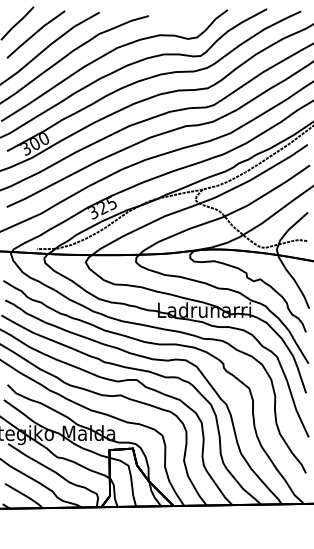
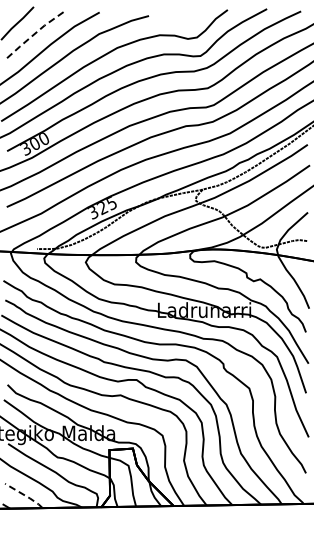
line at (35, 33): solid -> dashed
line at (25, 495): solid -> dashed
